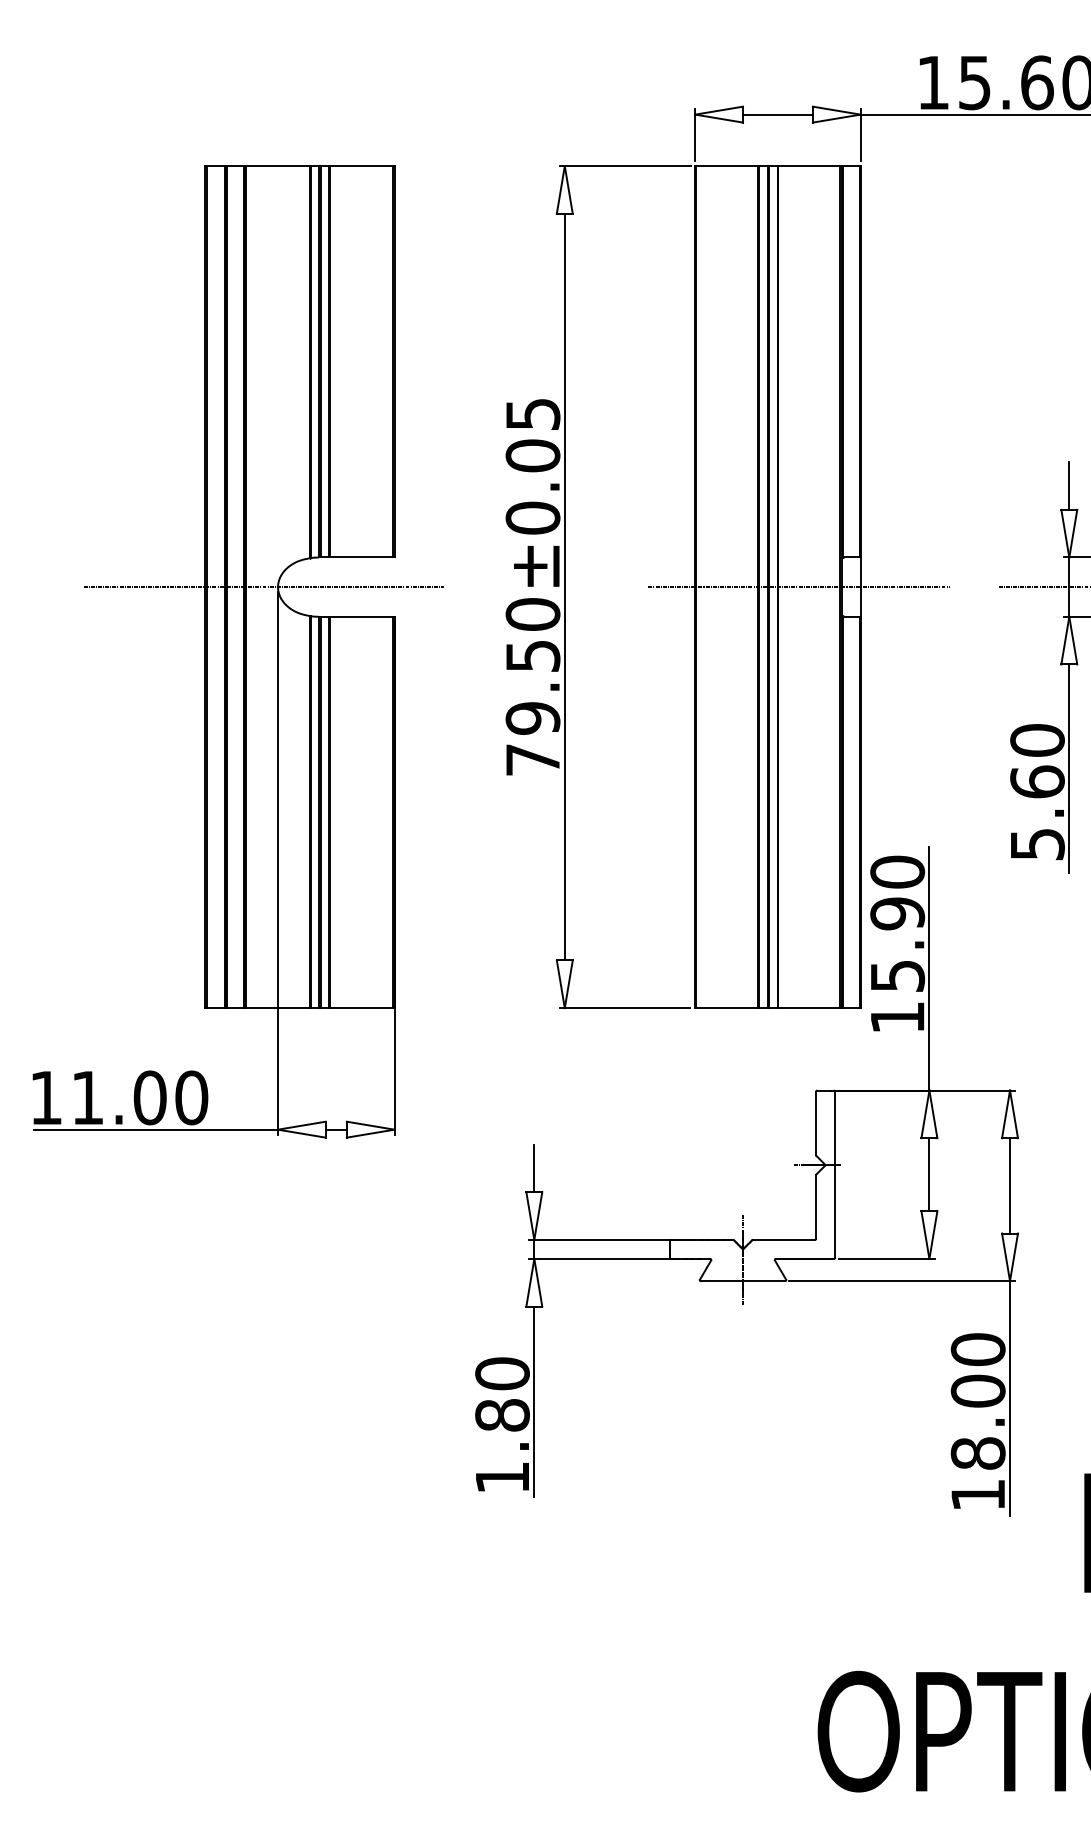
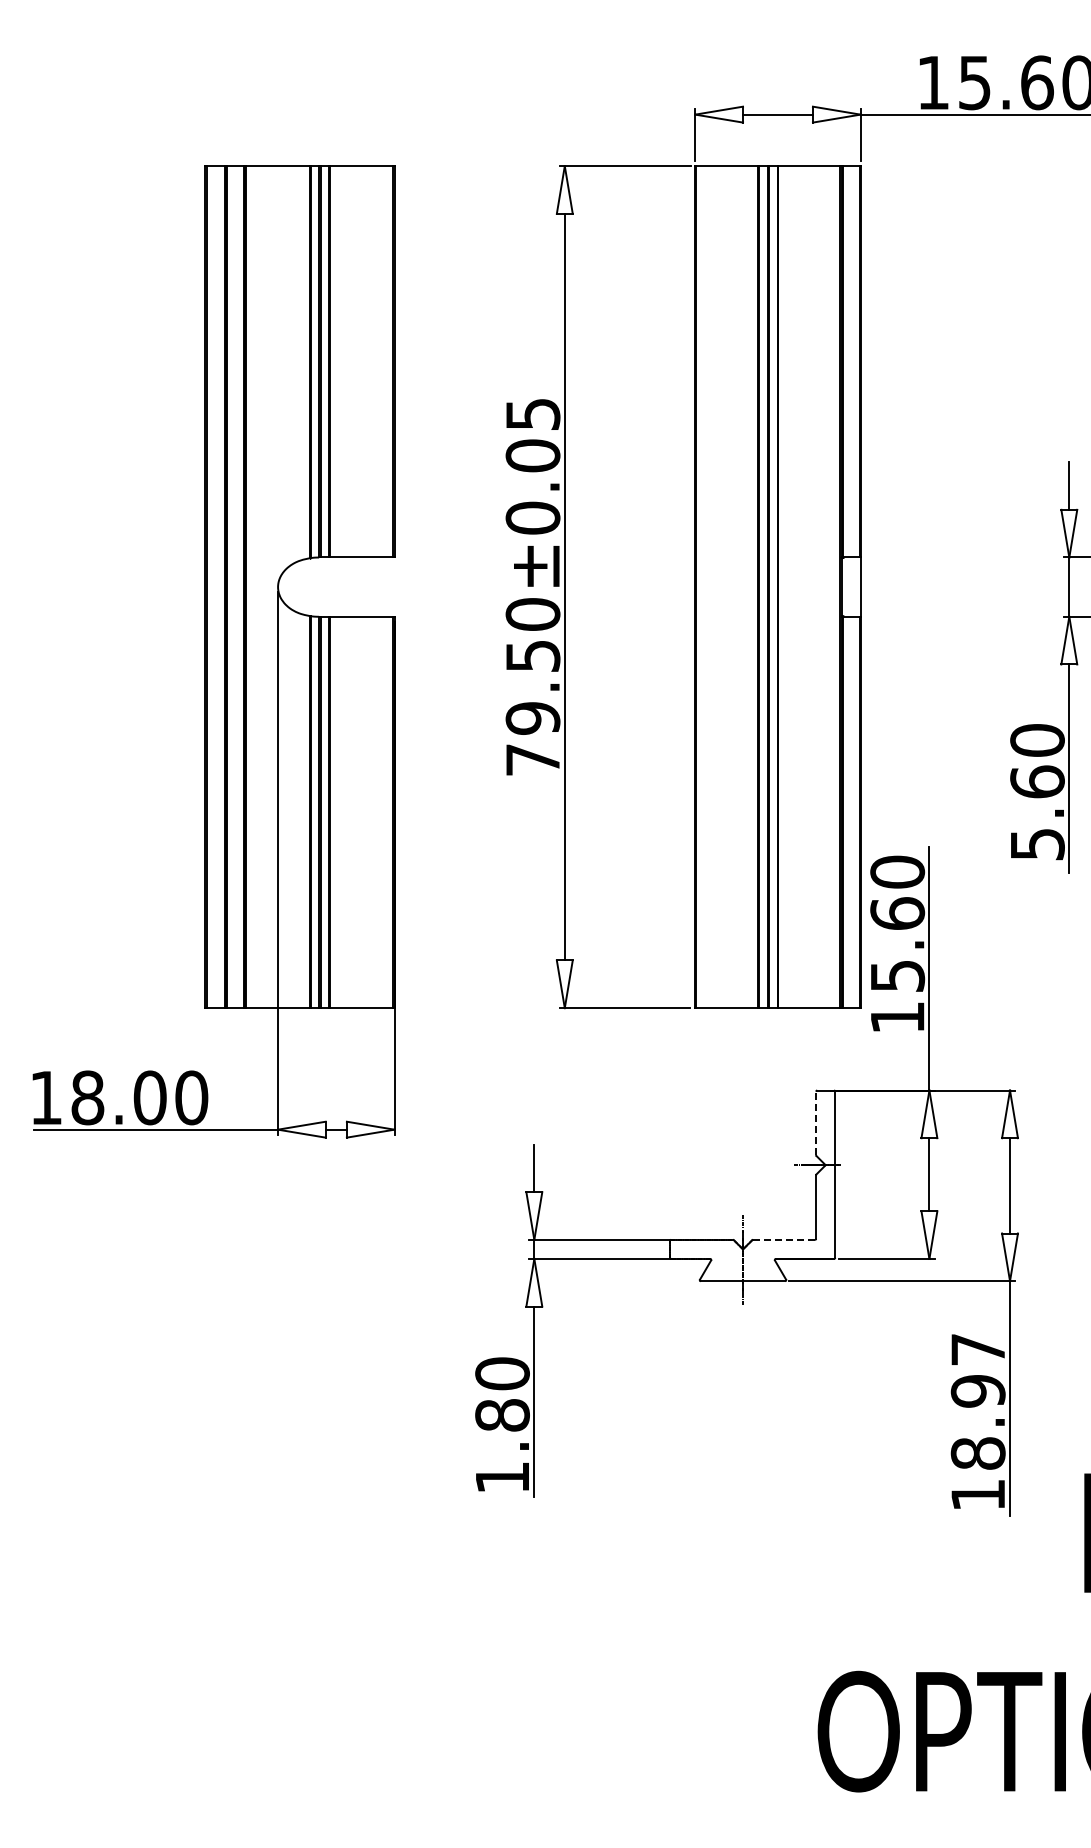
line at (263, 587): present -> none
line at (799, 587): present -> none
line at (1042, 587): present -> none
text at (897, 913): 15.90 -> 15.60
text at (87, 1097): 11.00 -> 18.00
line at (816, 1123): solid -> dashed
line at (784, 1239): solid -> dashed
text at (977, 1370): 18.00 -> 18.97
